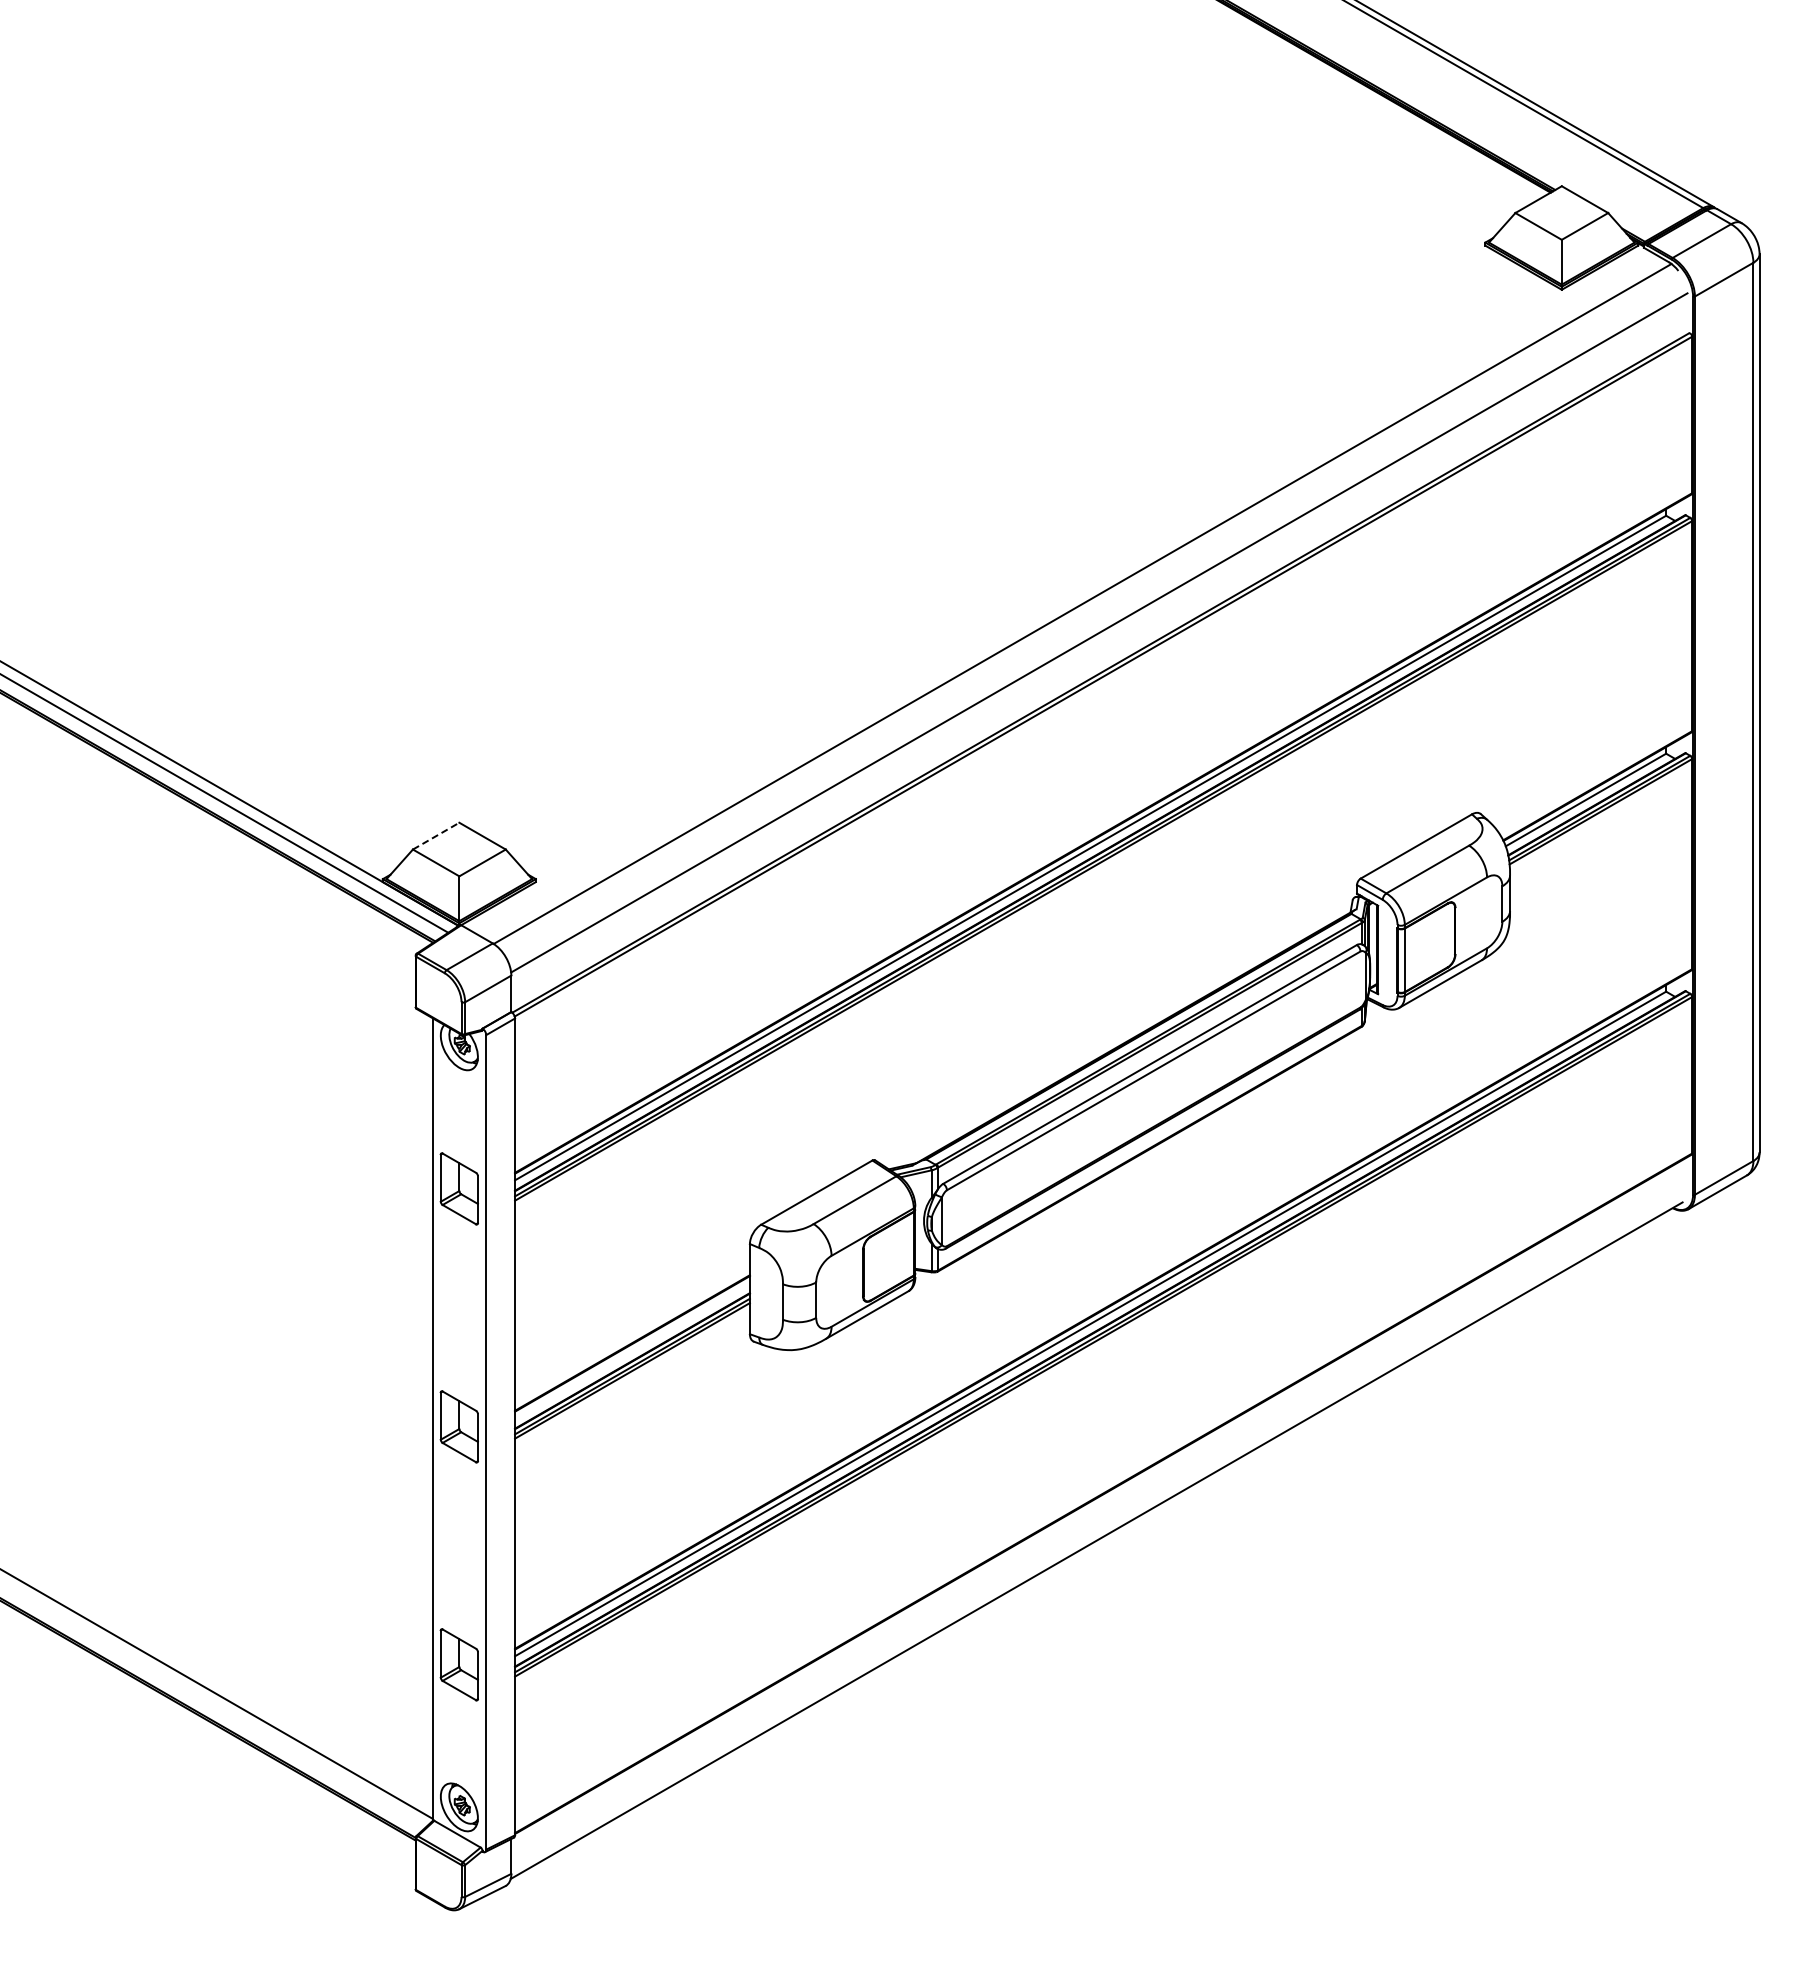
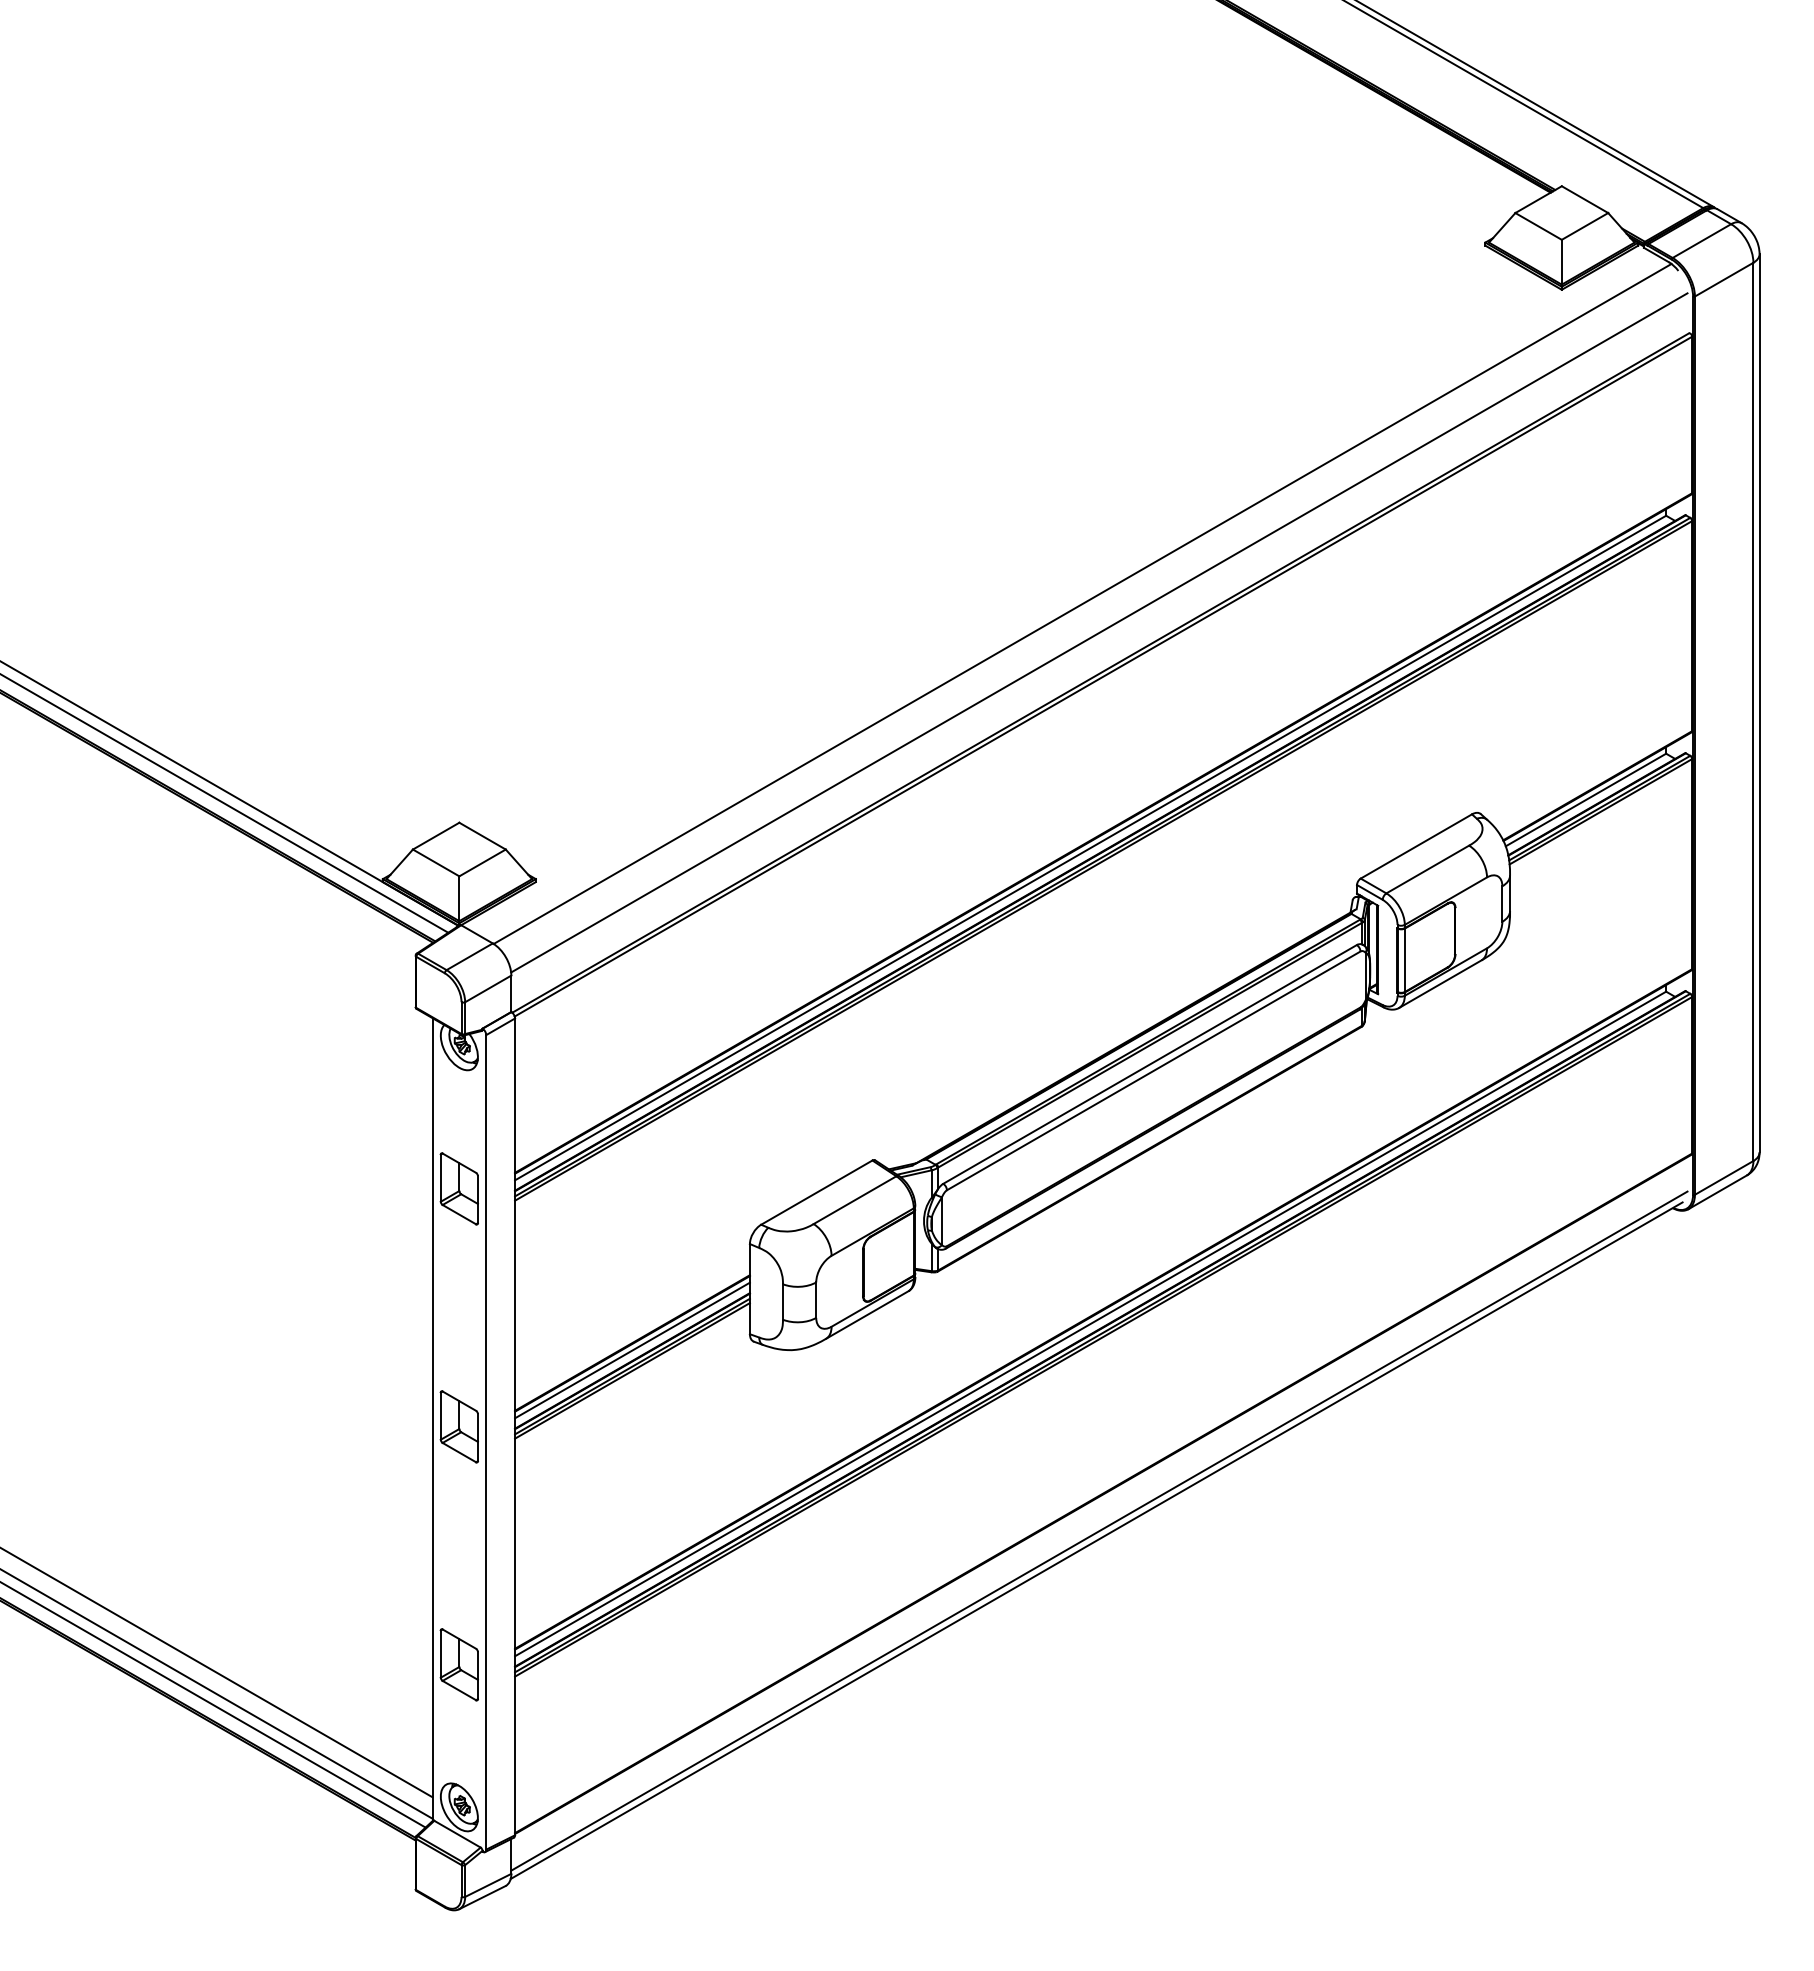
line at (436, 836): dashed -> solid
line at (632, 1350): none -> present
line at (1099, 1530): none -> present
line at (217, 1673): none -> present
line at (213, 1705): none -> present
